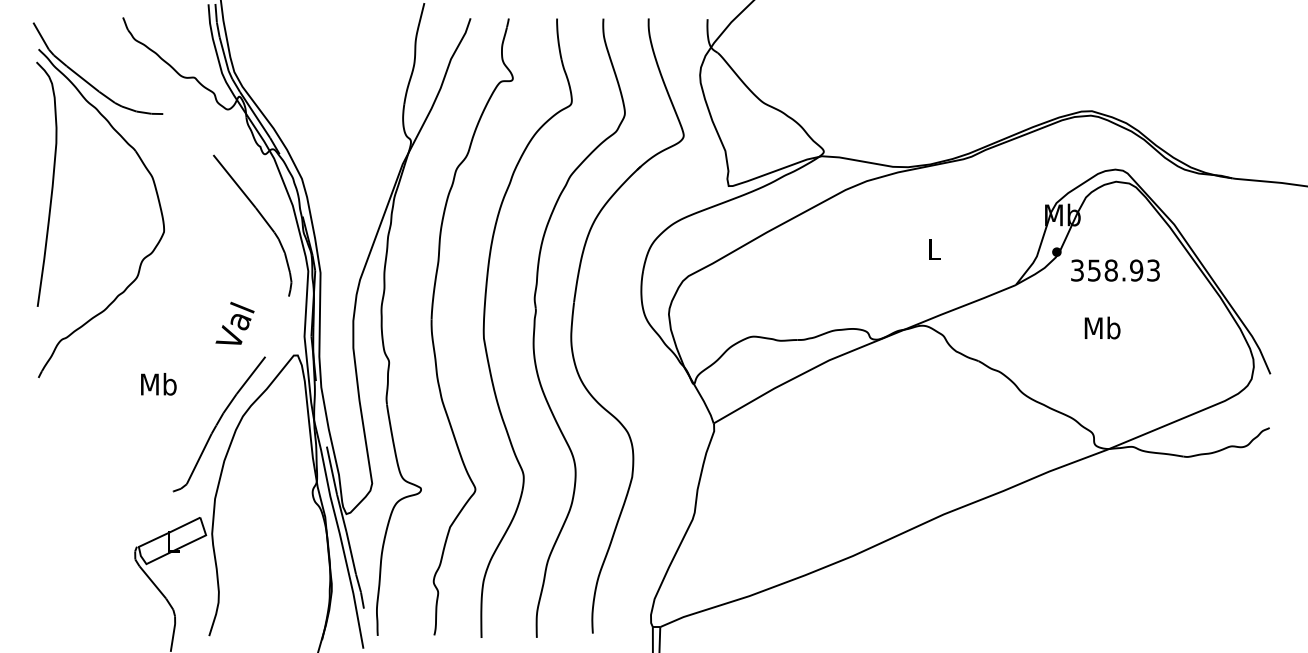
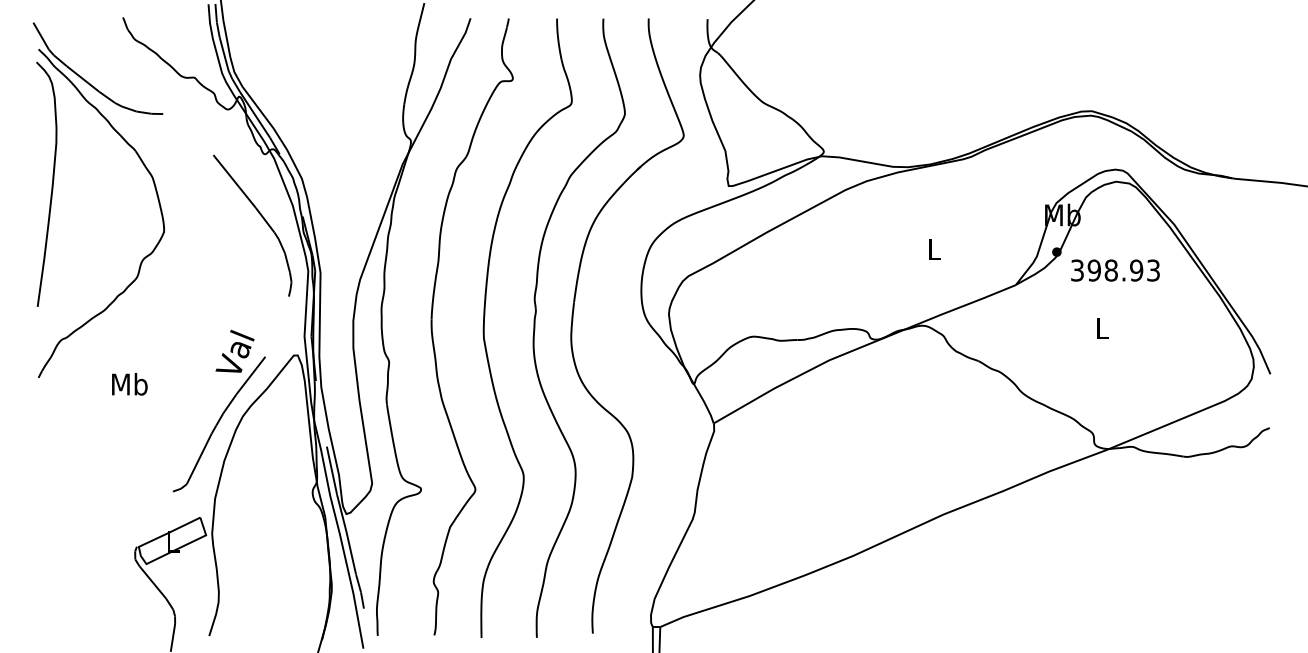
text at (1093, 270): 358.93 -> 398.93
text at (234, 322) position: (234, 322) -> (234, 350)
text at (1102, 327): Mb -> L
text at (158, 384) position: (158, 384) -> (129, 384)
